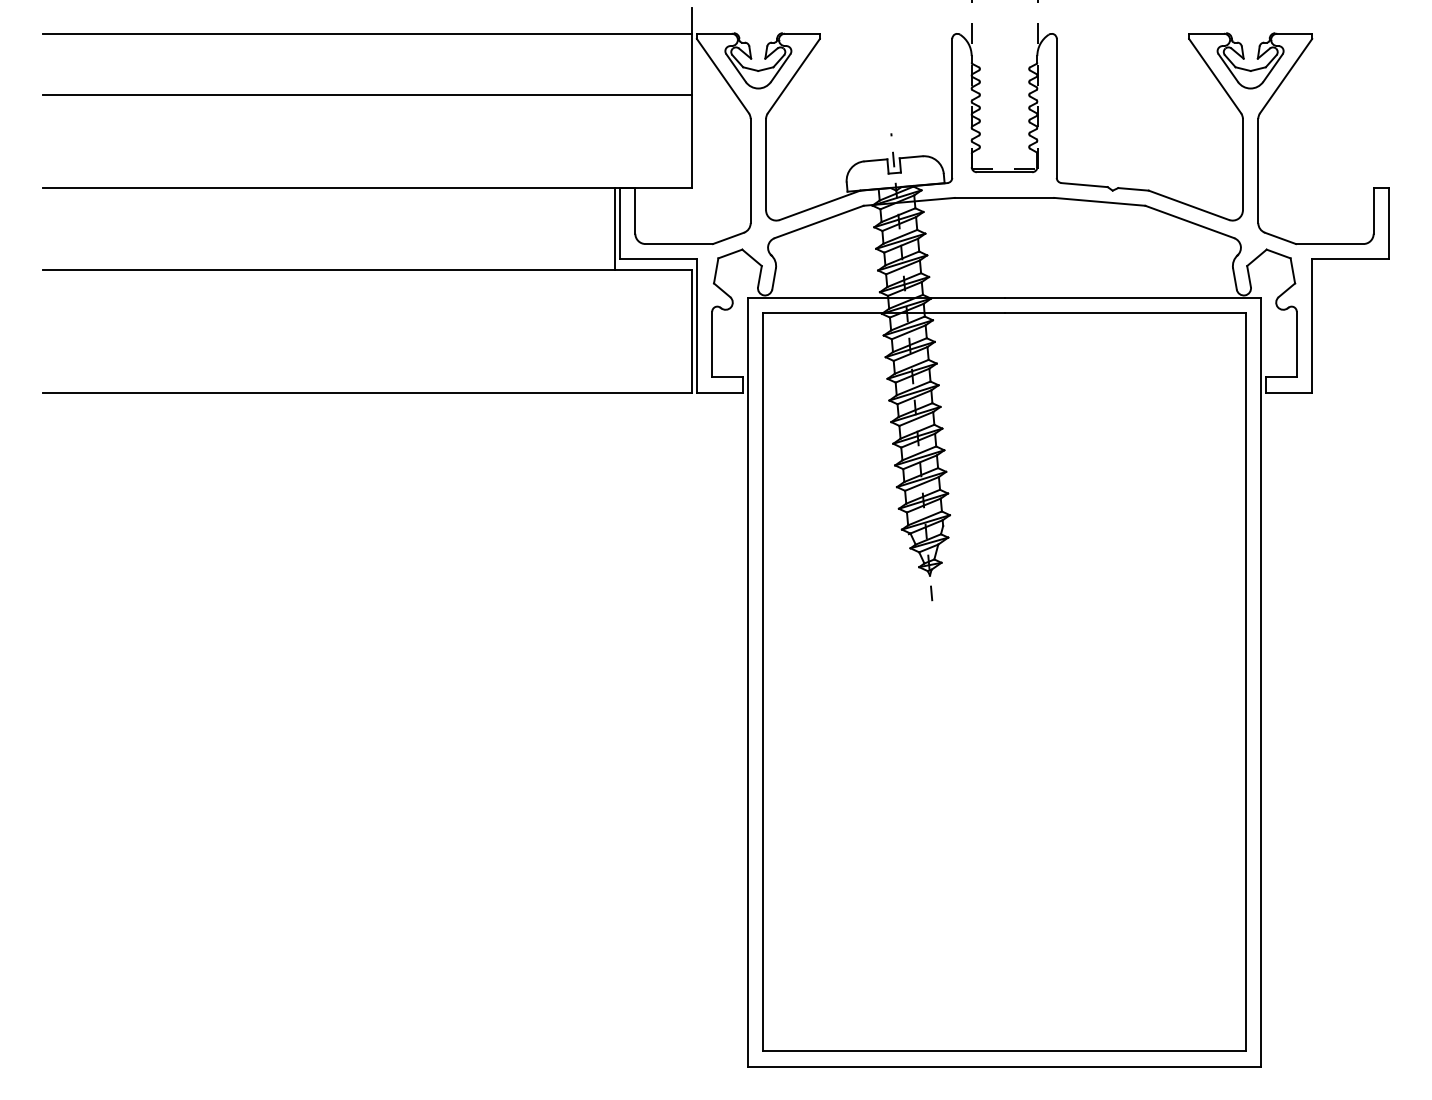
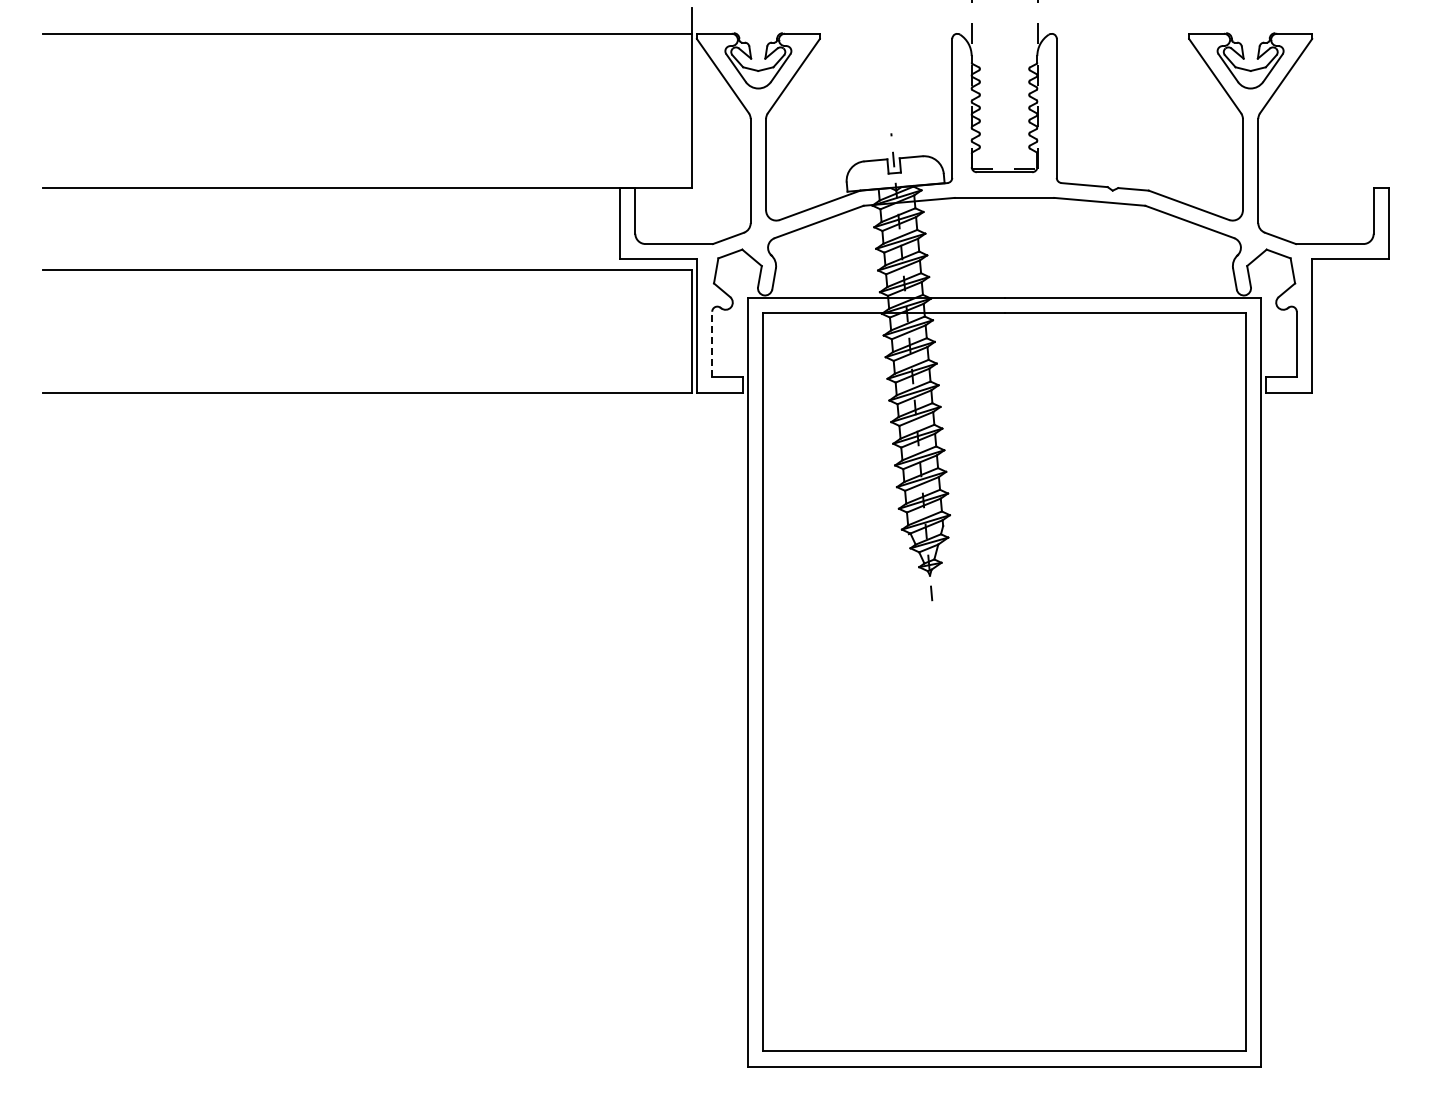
line at (366, 95): present -> none
line at (614, 228): present -> none
line at (712, 344): solid -> dashed
